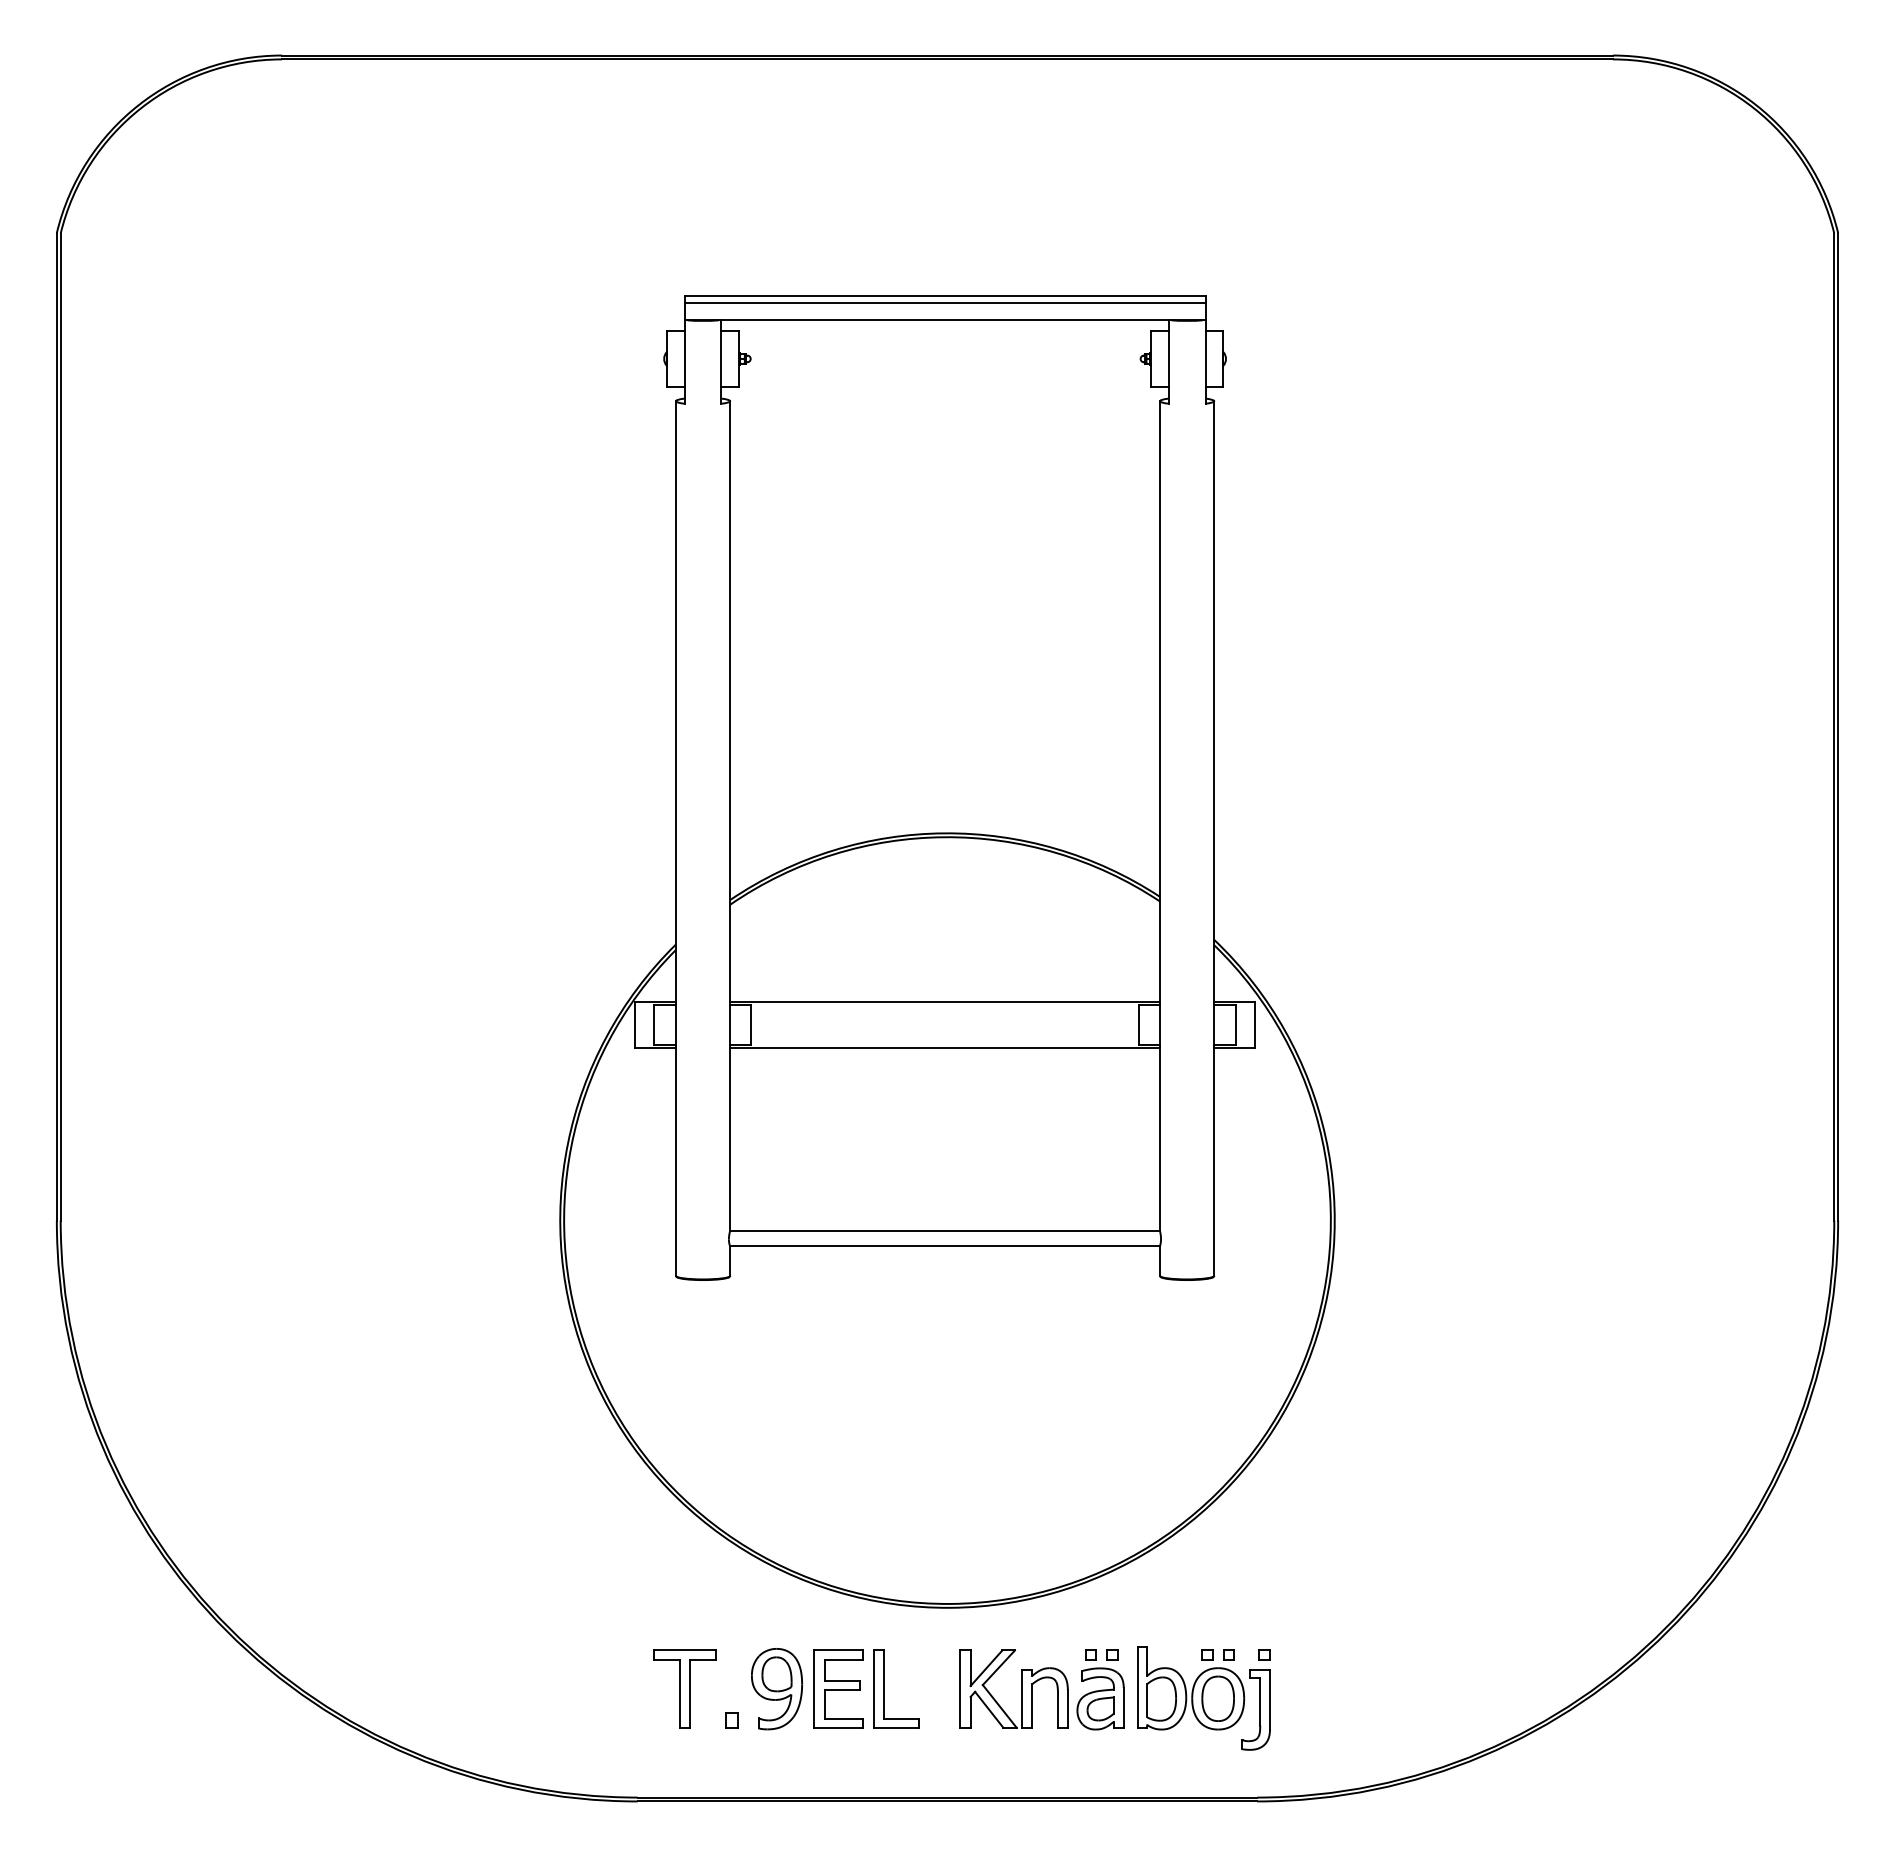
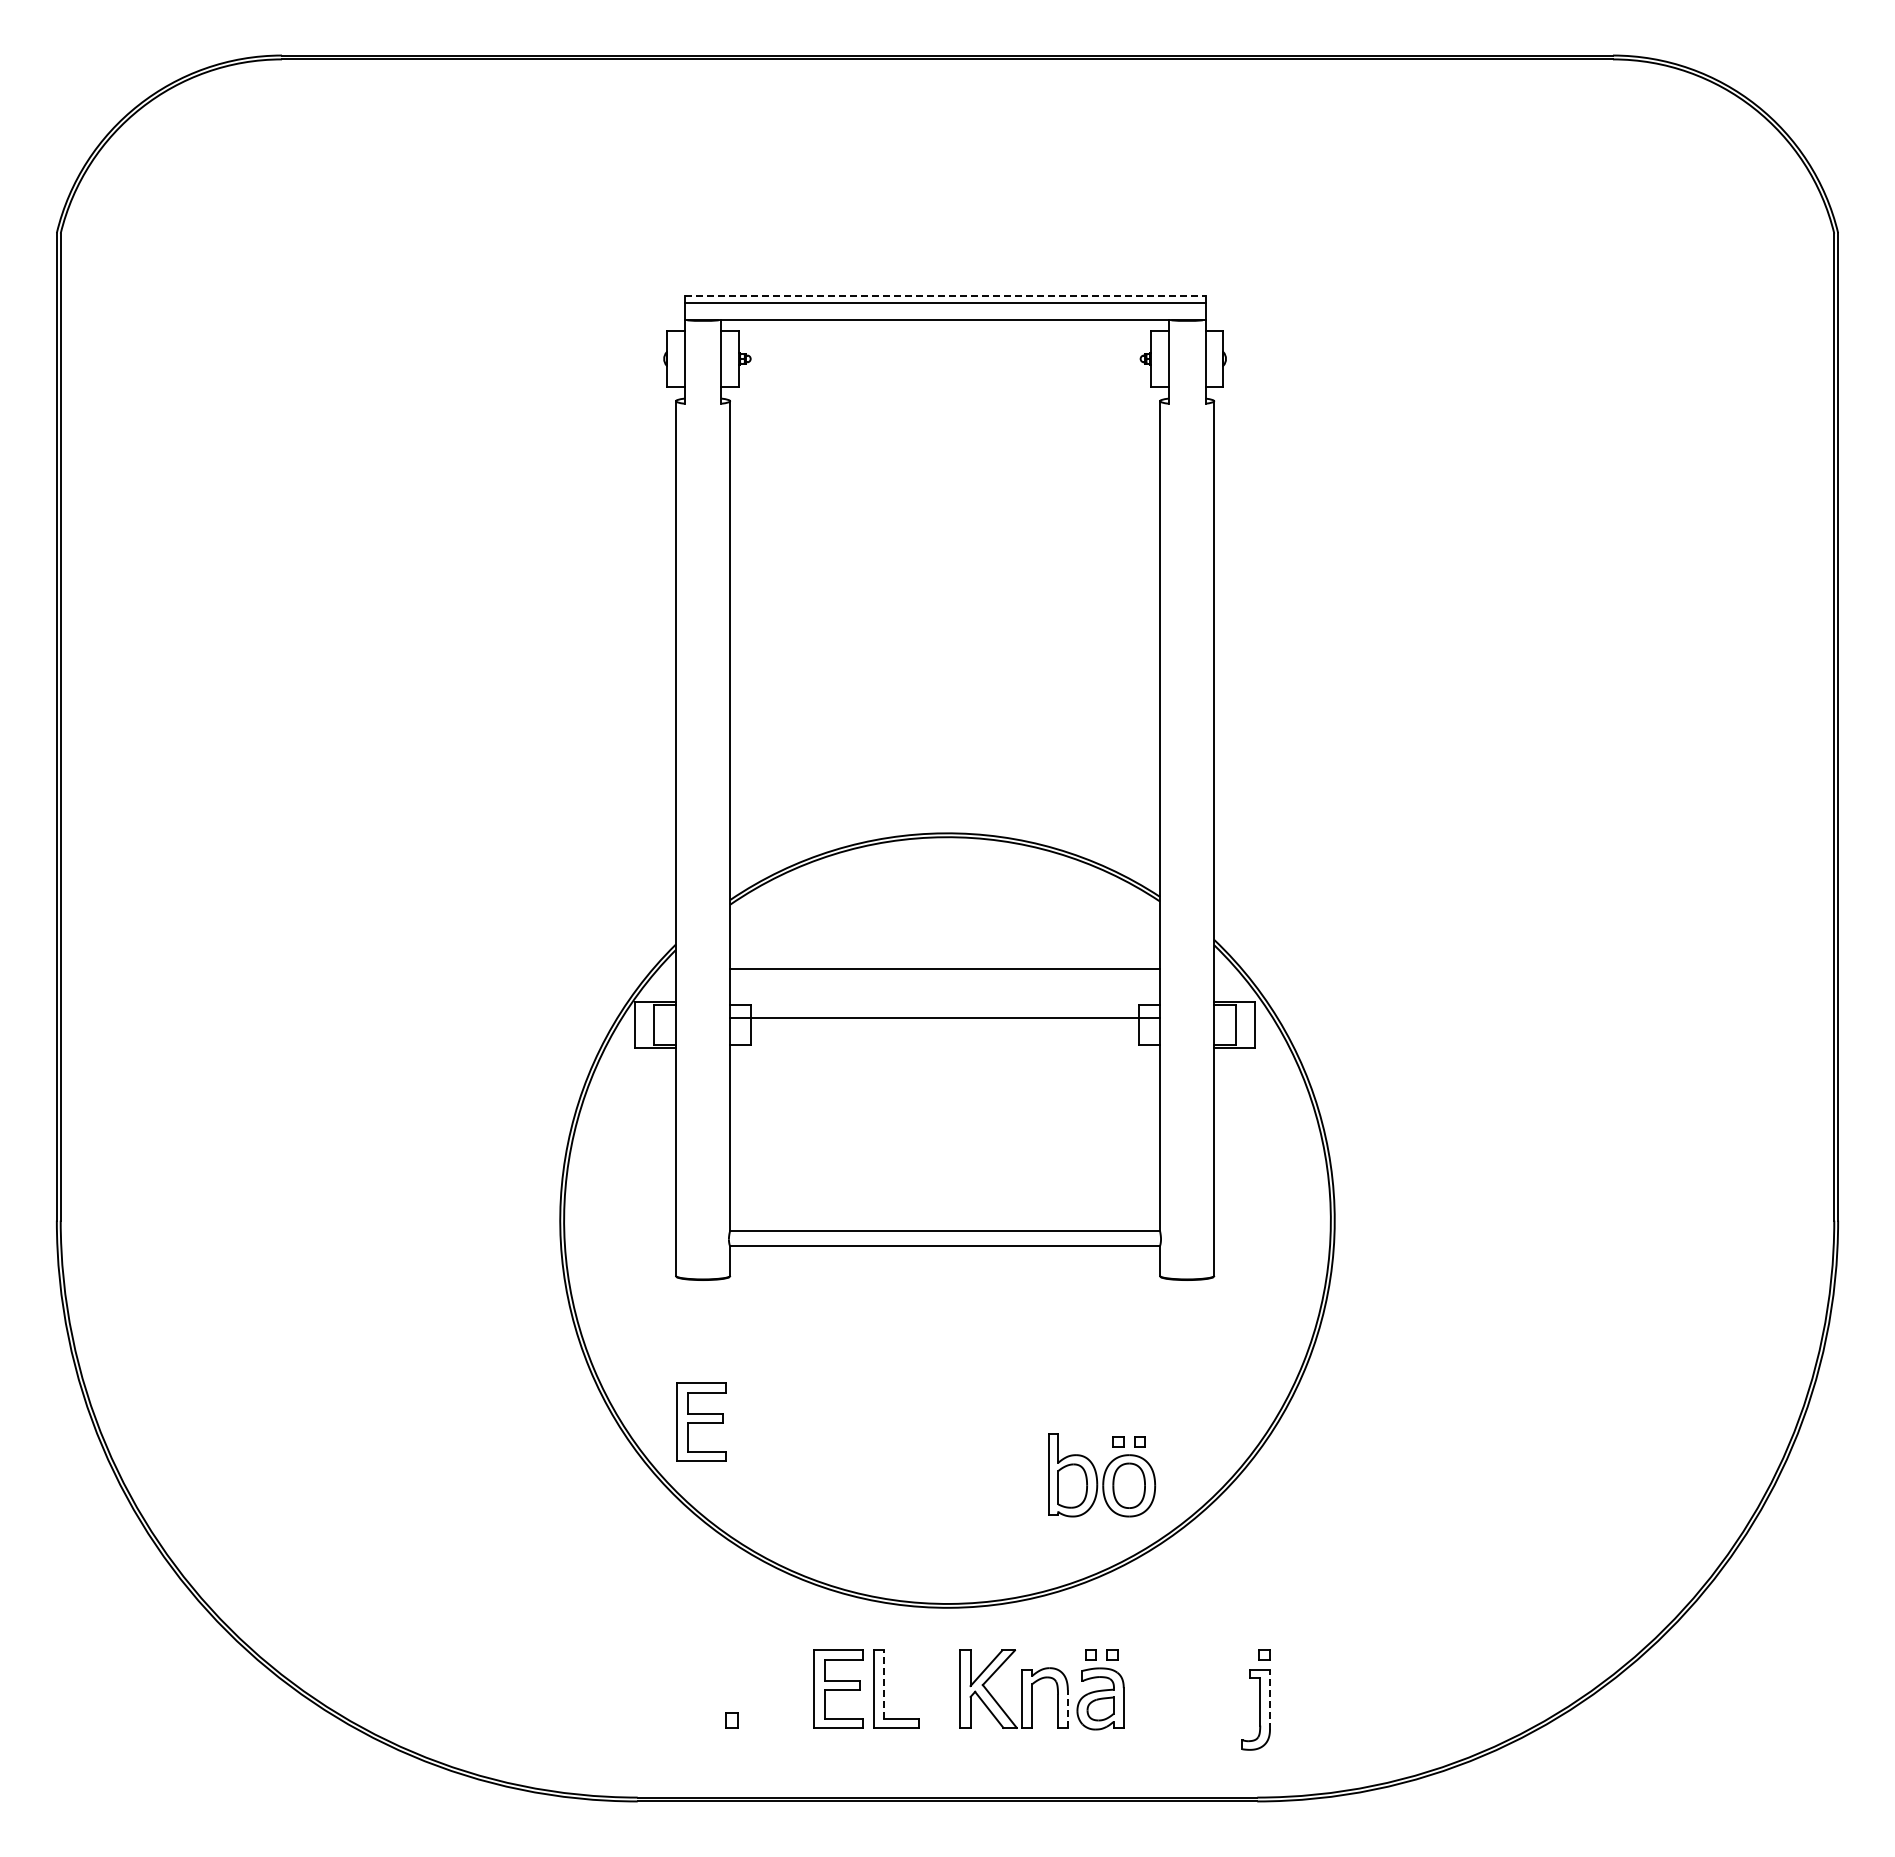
line at (945, 295): solid -> dashed
line at (945, 1001) position: (945, 1001) -> (945, 968)
line at (945, 1048) position: (945, 1048) -> (945, 1018)
part at (701, 1421): none -> present
line at (884, 1684): solid -> dashed
part at (684, 1688): present -> none
part at (1191, 1688) position: (1191, 1688) -> (1102, 1475)
part at (776, 1689): present -> none
line at (1269, 1699): solid -> dashed
line at (1067, 1709): solid -> dashed
